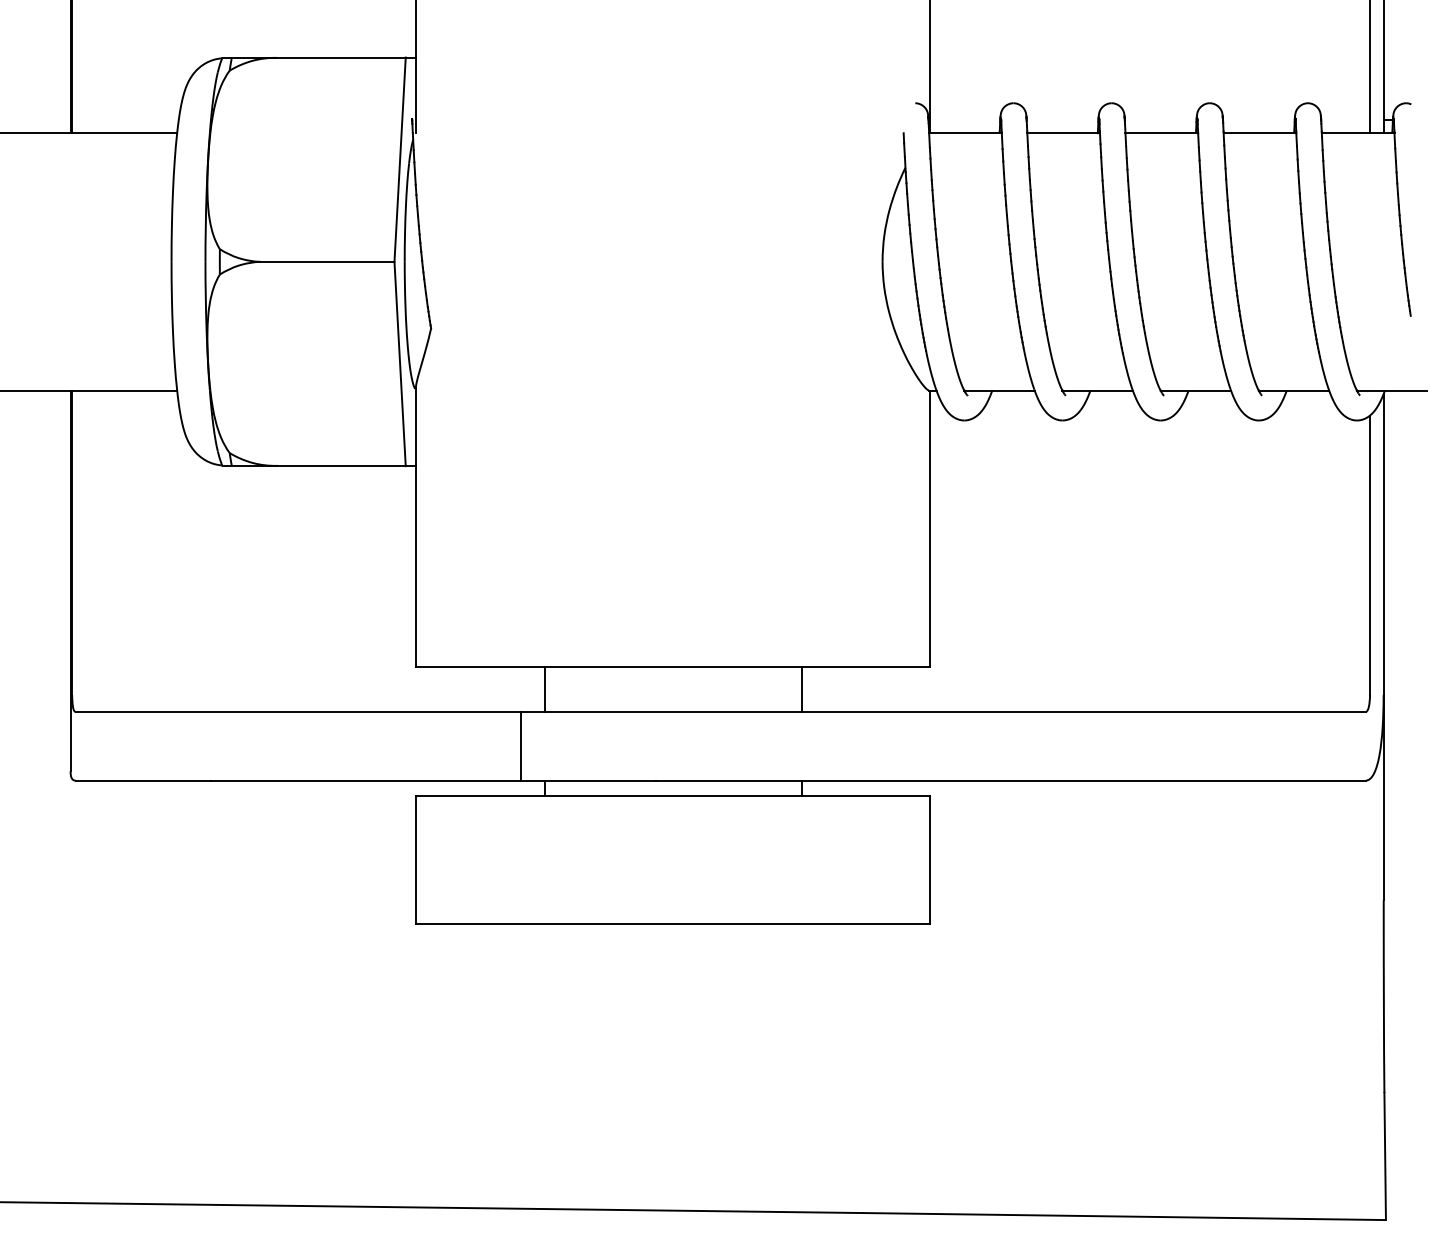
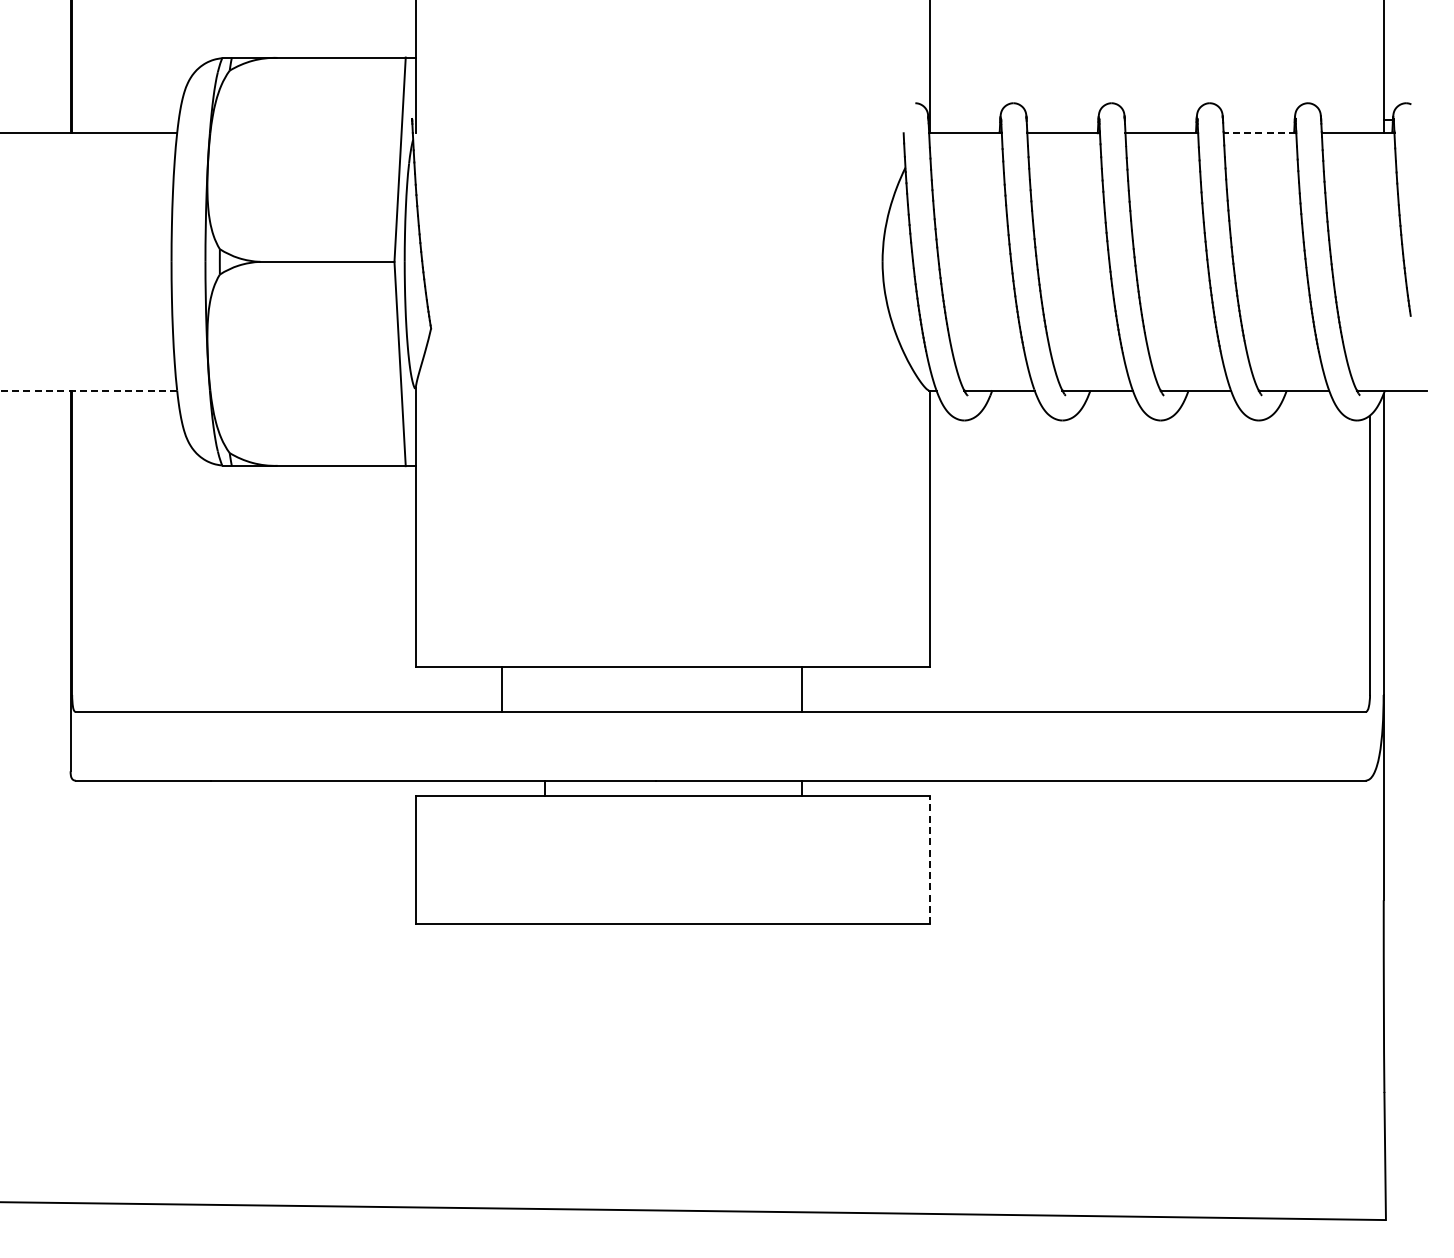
line at (1370, 67): present -> none
line at (1259, 133): solid -> dashed
line at (88, 390): solid -> dashed
line at (544, 689) position: (544, 689) -> (501, 689)
line at (520, 746): present -> none
line at (930, 859): solid -> dashed
